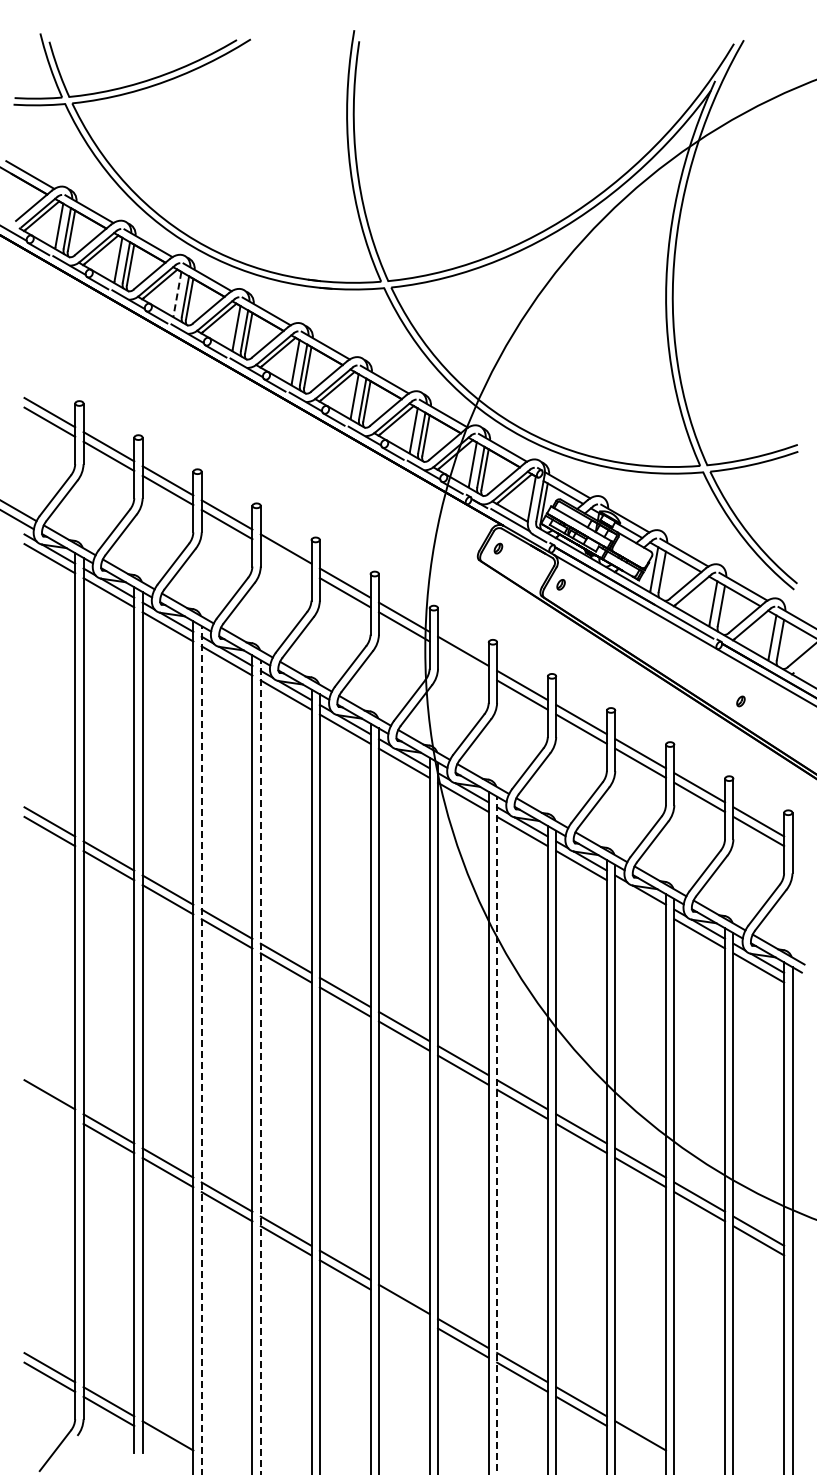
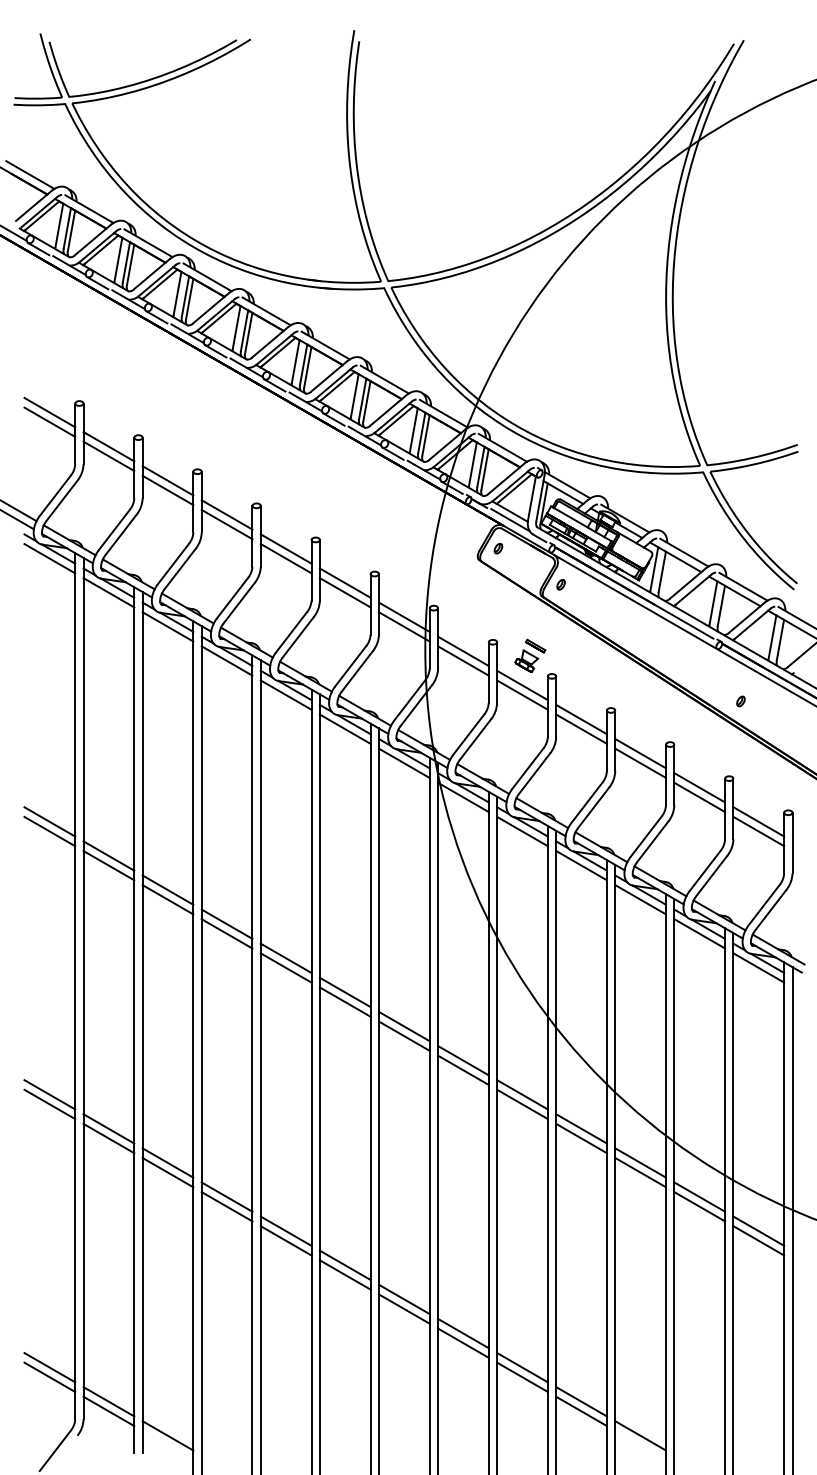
line at (177, 294): dashed -> solid
line at (285, 558): none -> present
part at (530, 655): none -> present
line at (463, 660): none -> present
line at (640, 899): none -> present
line at (201, 1049): dashed -> solid
line at (260, 1066): dashed -> solid
line at (49, 1104): none -> present
line at (497, 1135): dashed -> solid
line at (403, 1308): none -> present
